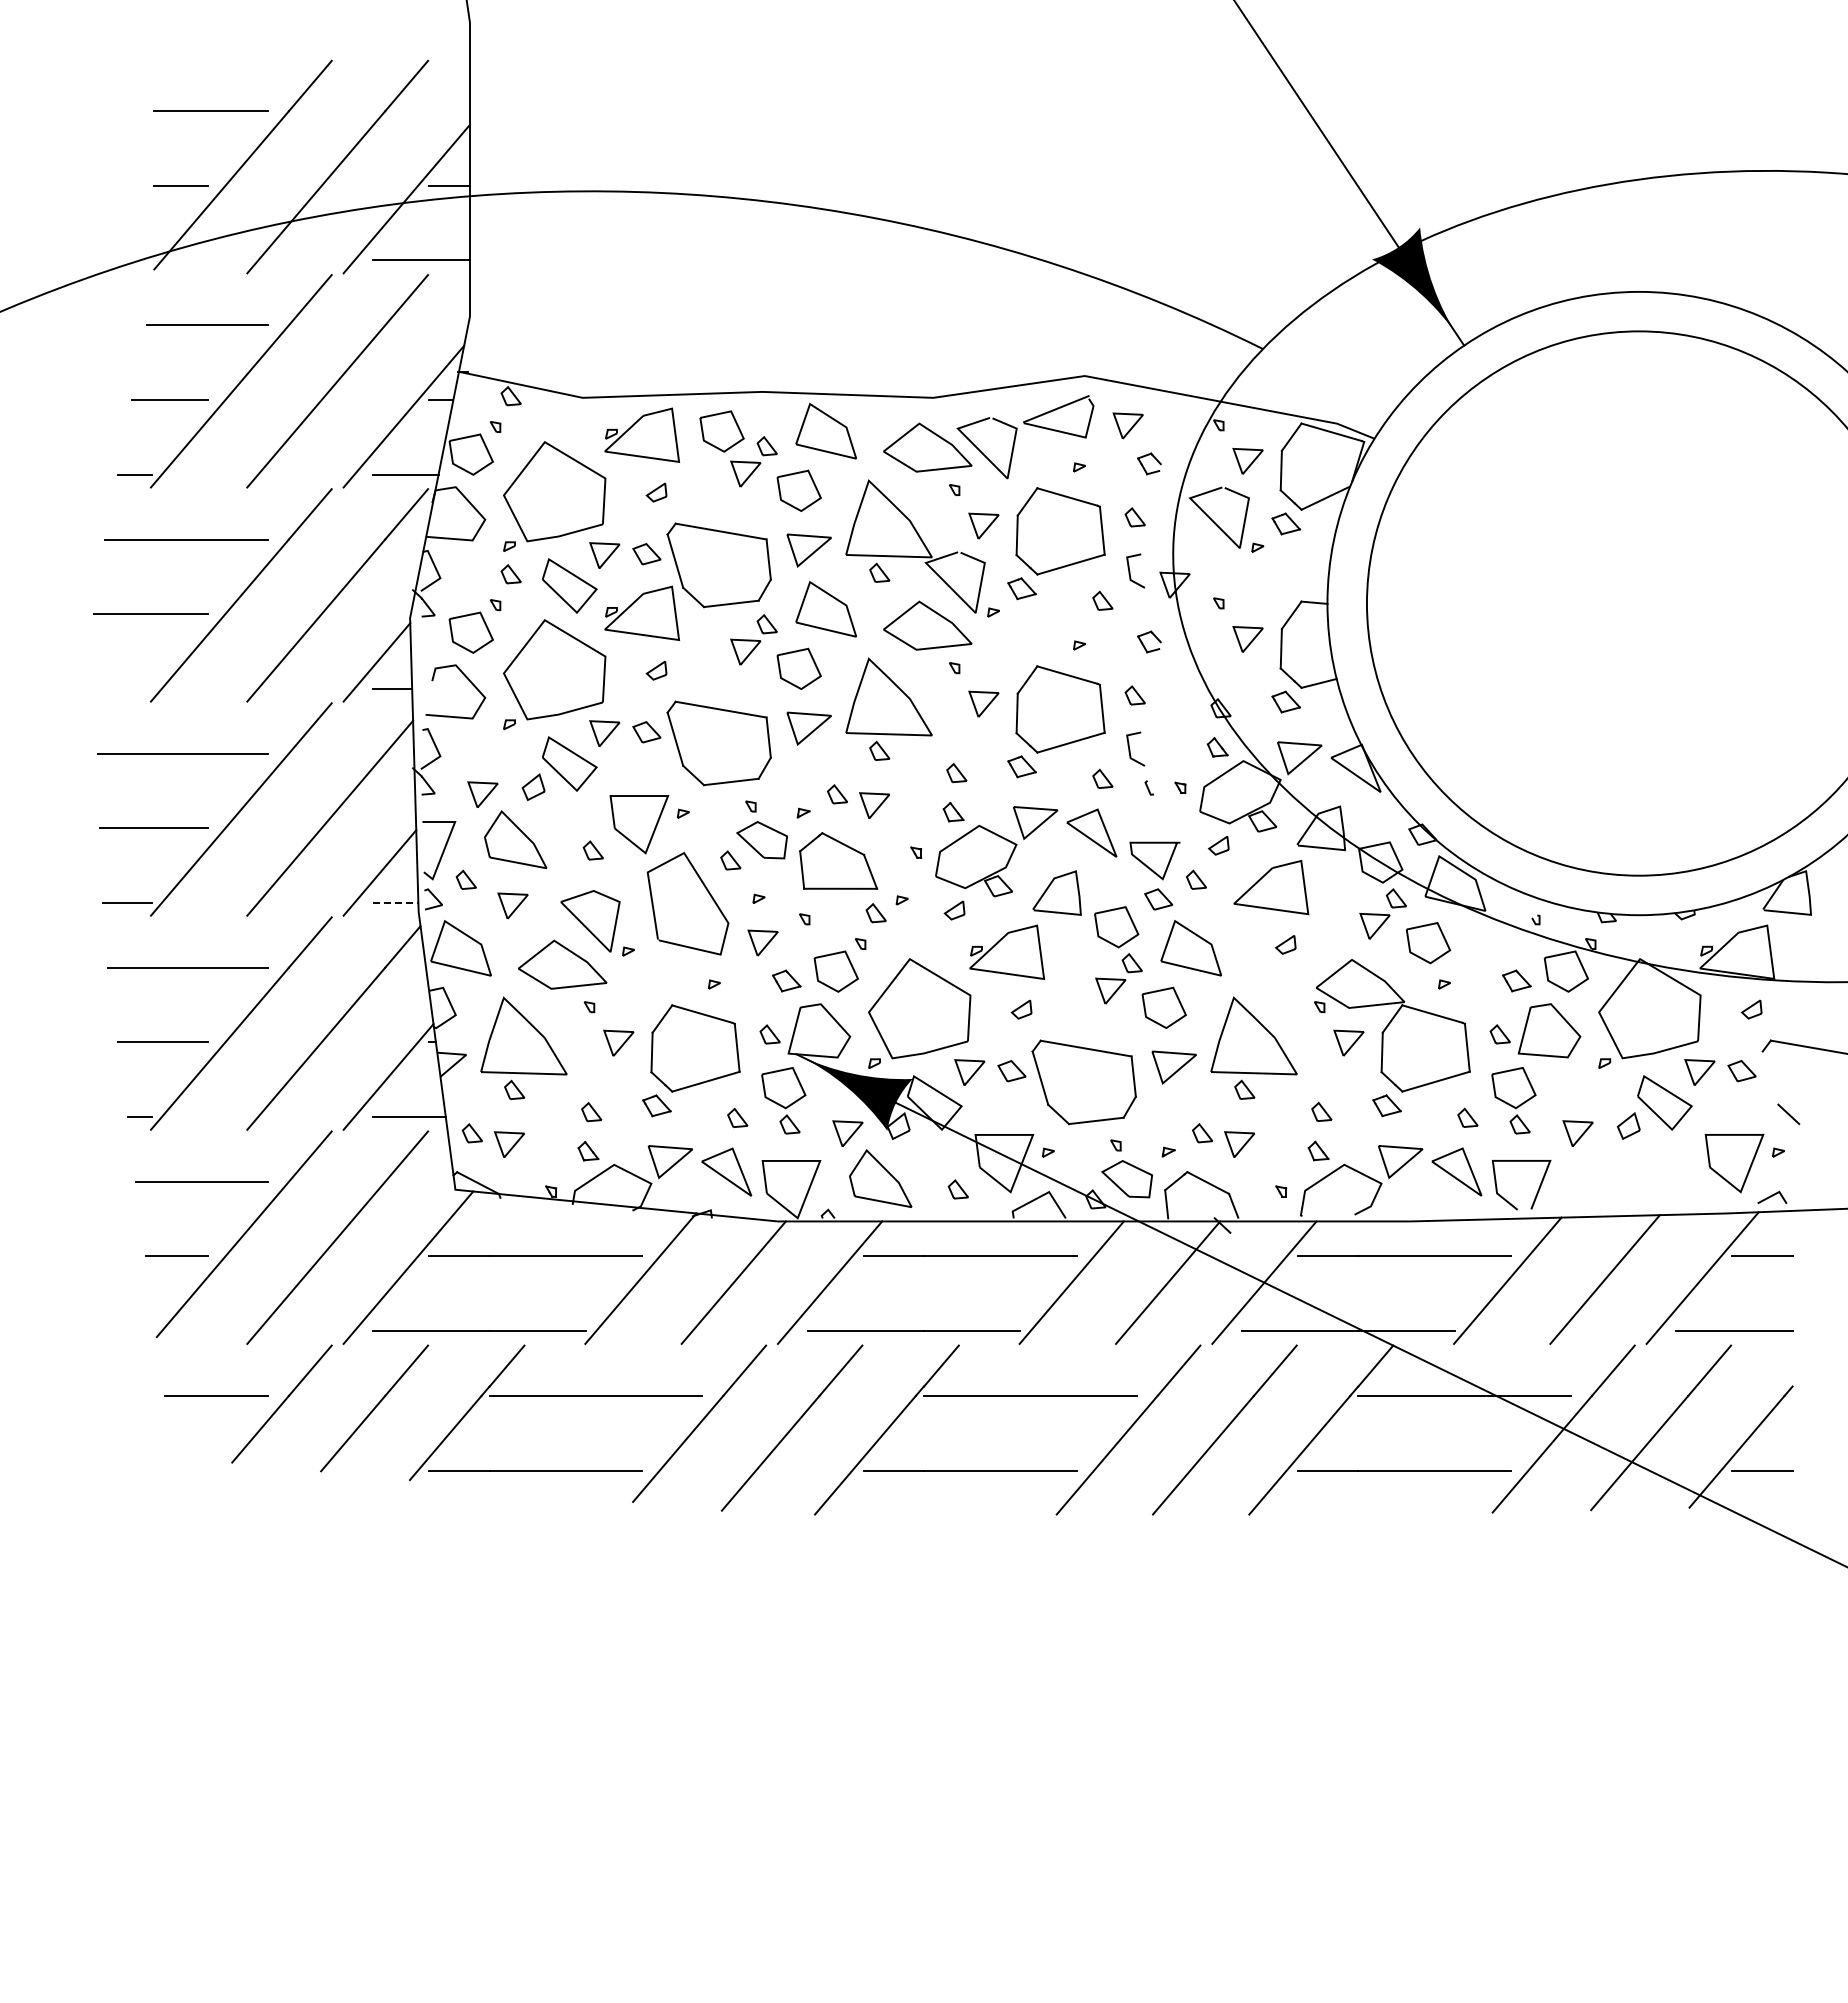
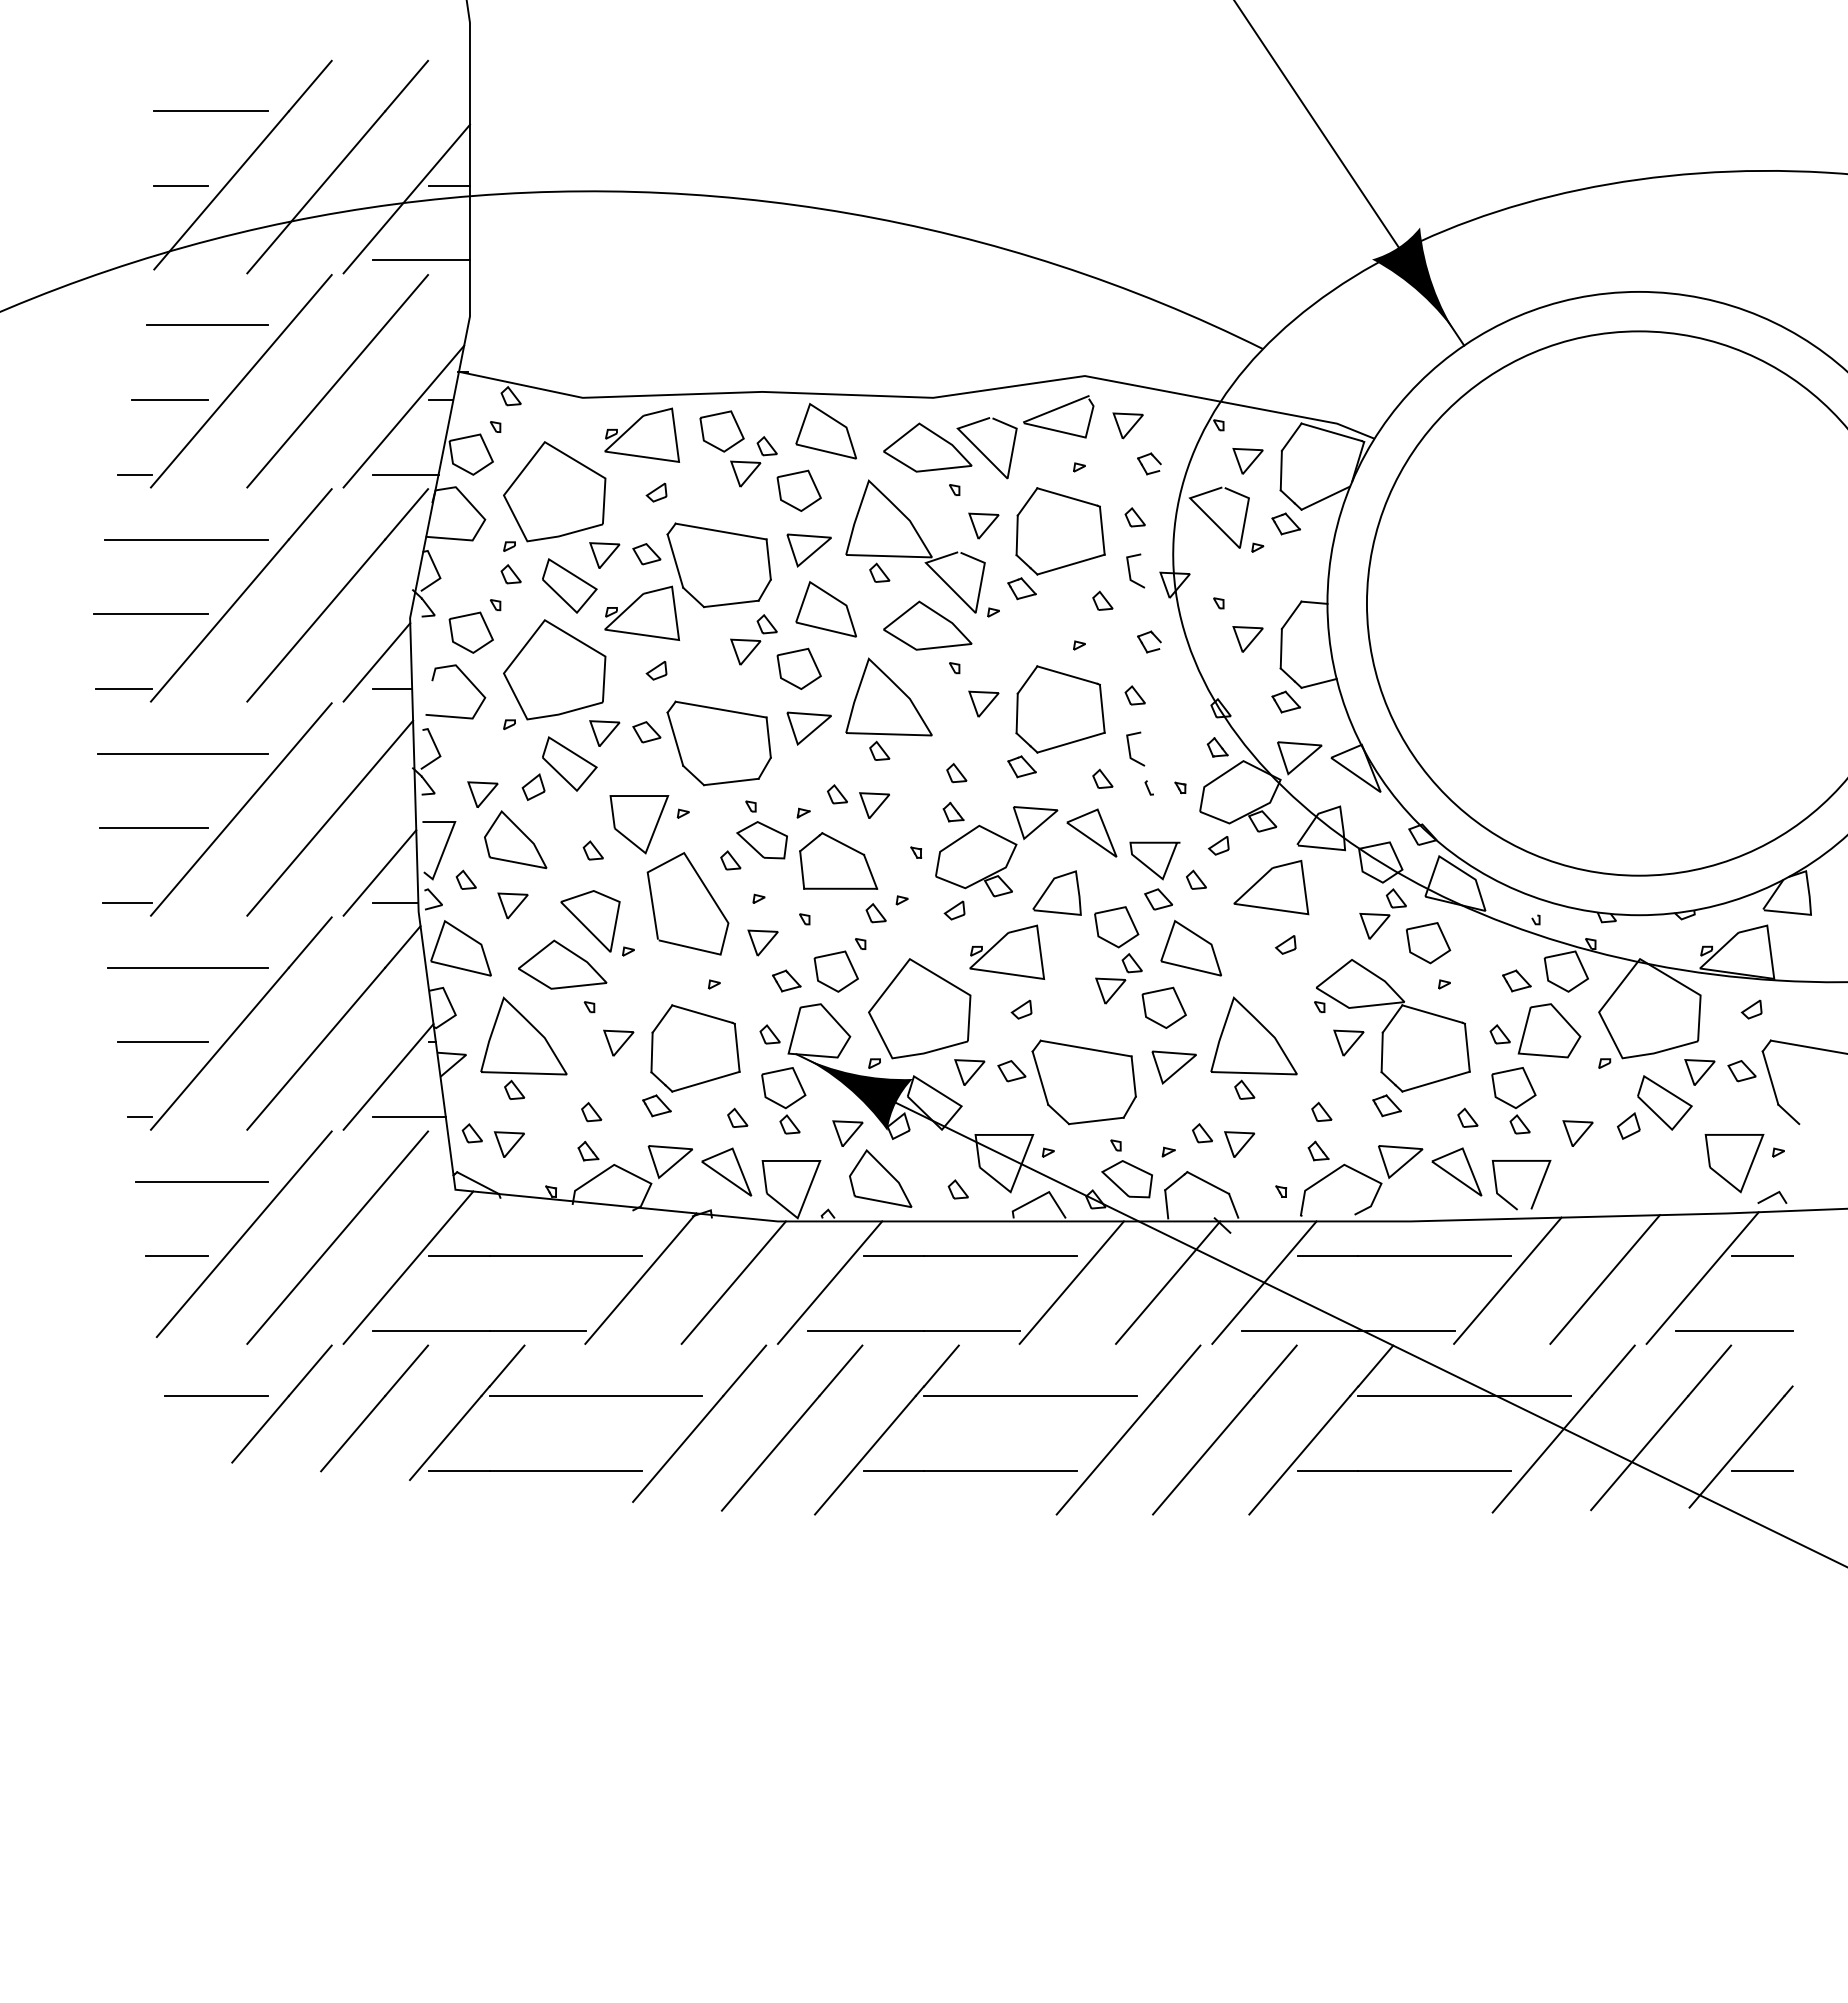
line at (123, 688): none -> present
line at (395, 902): dashed -> solid
line at (1770, 1077): none -> present
